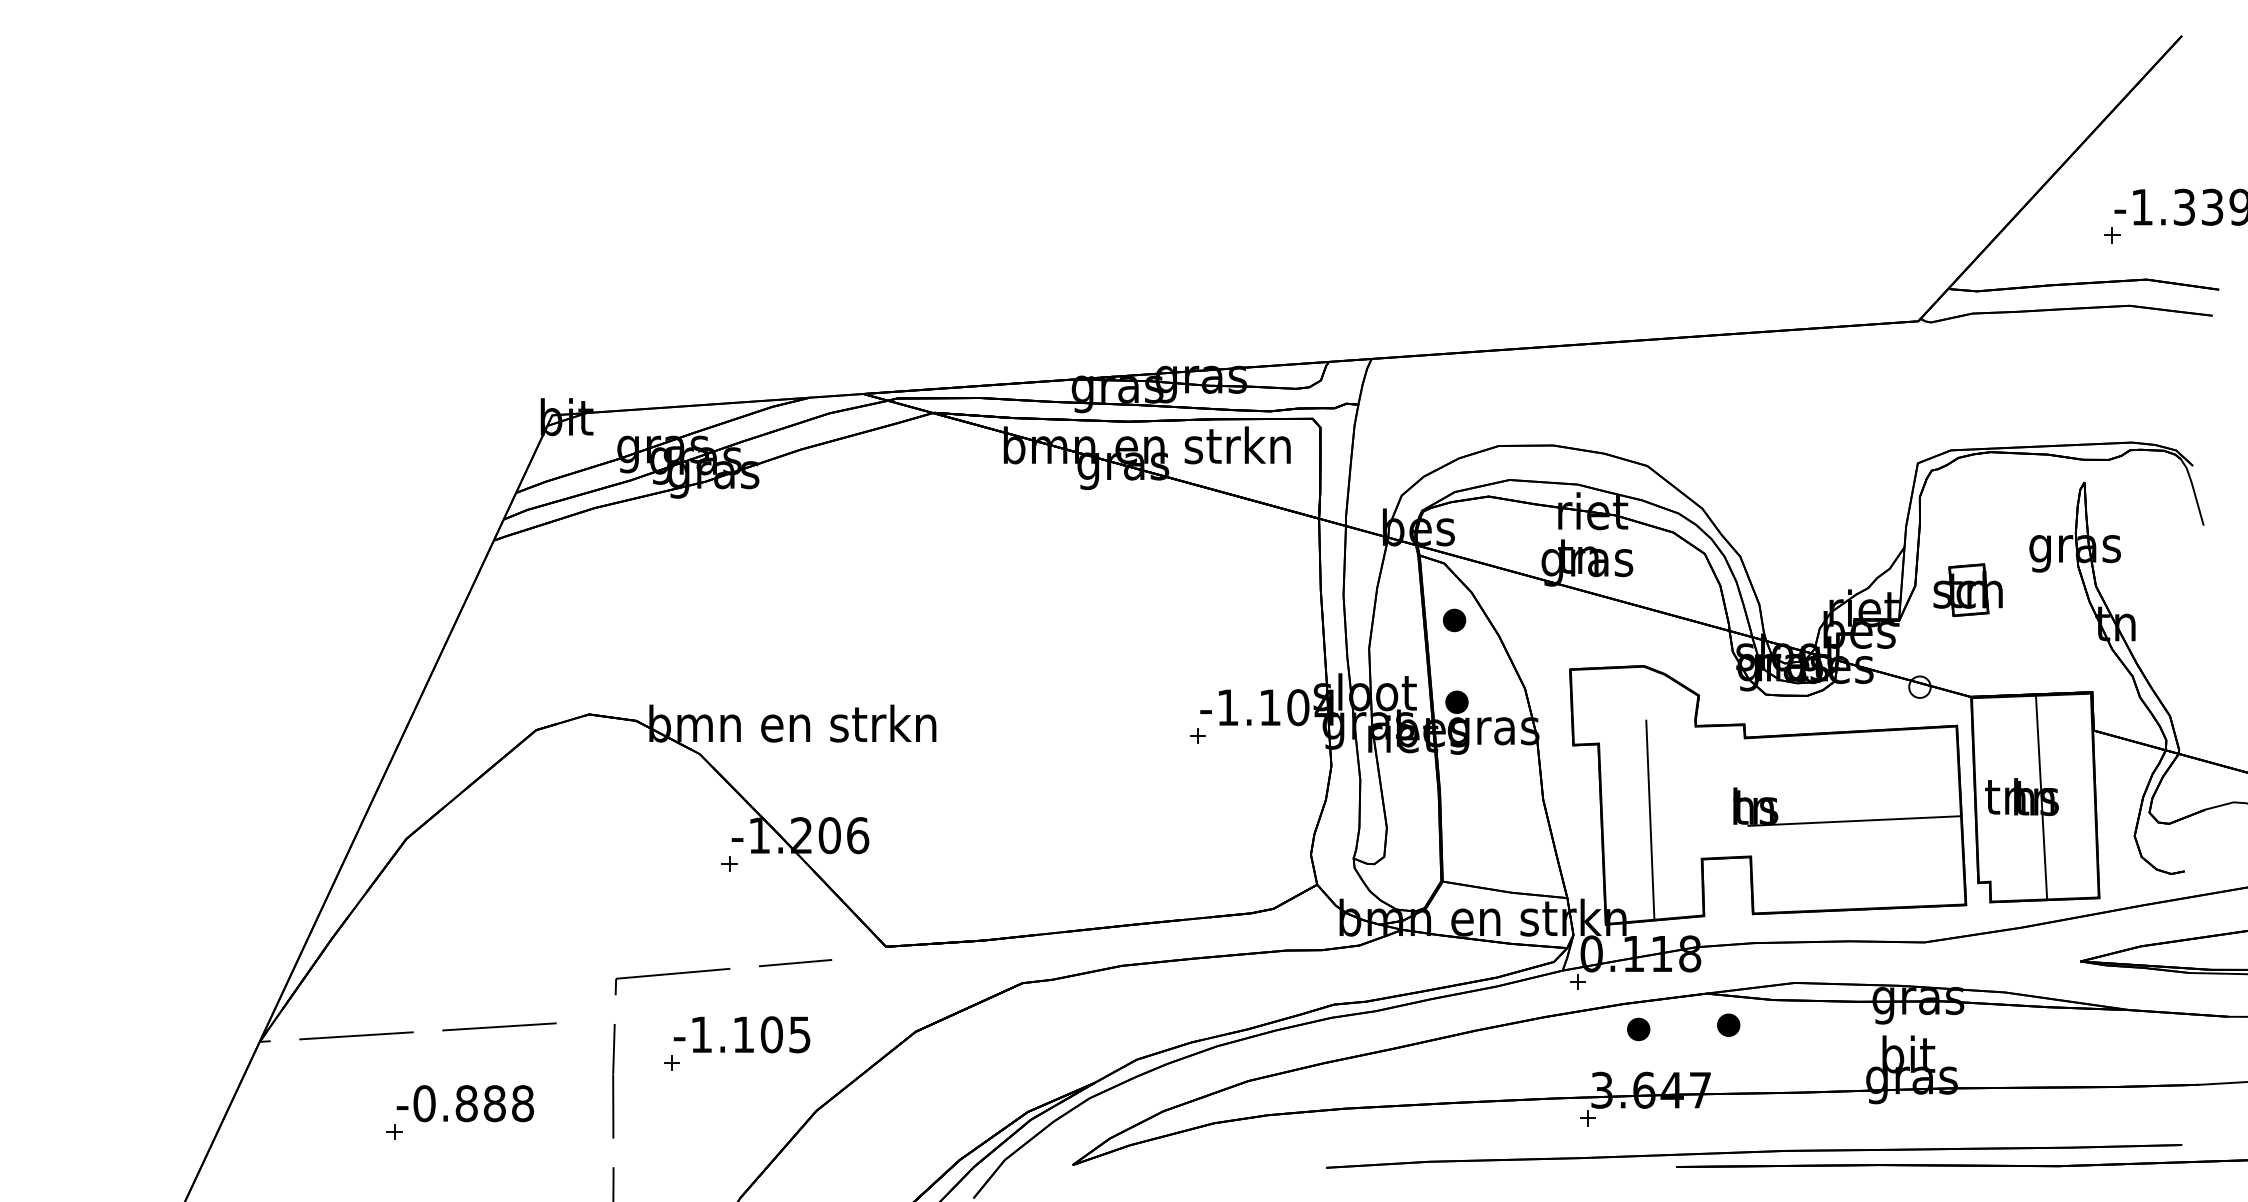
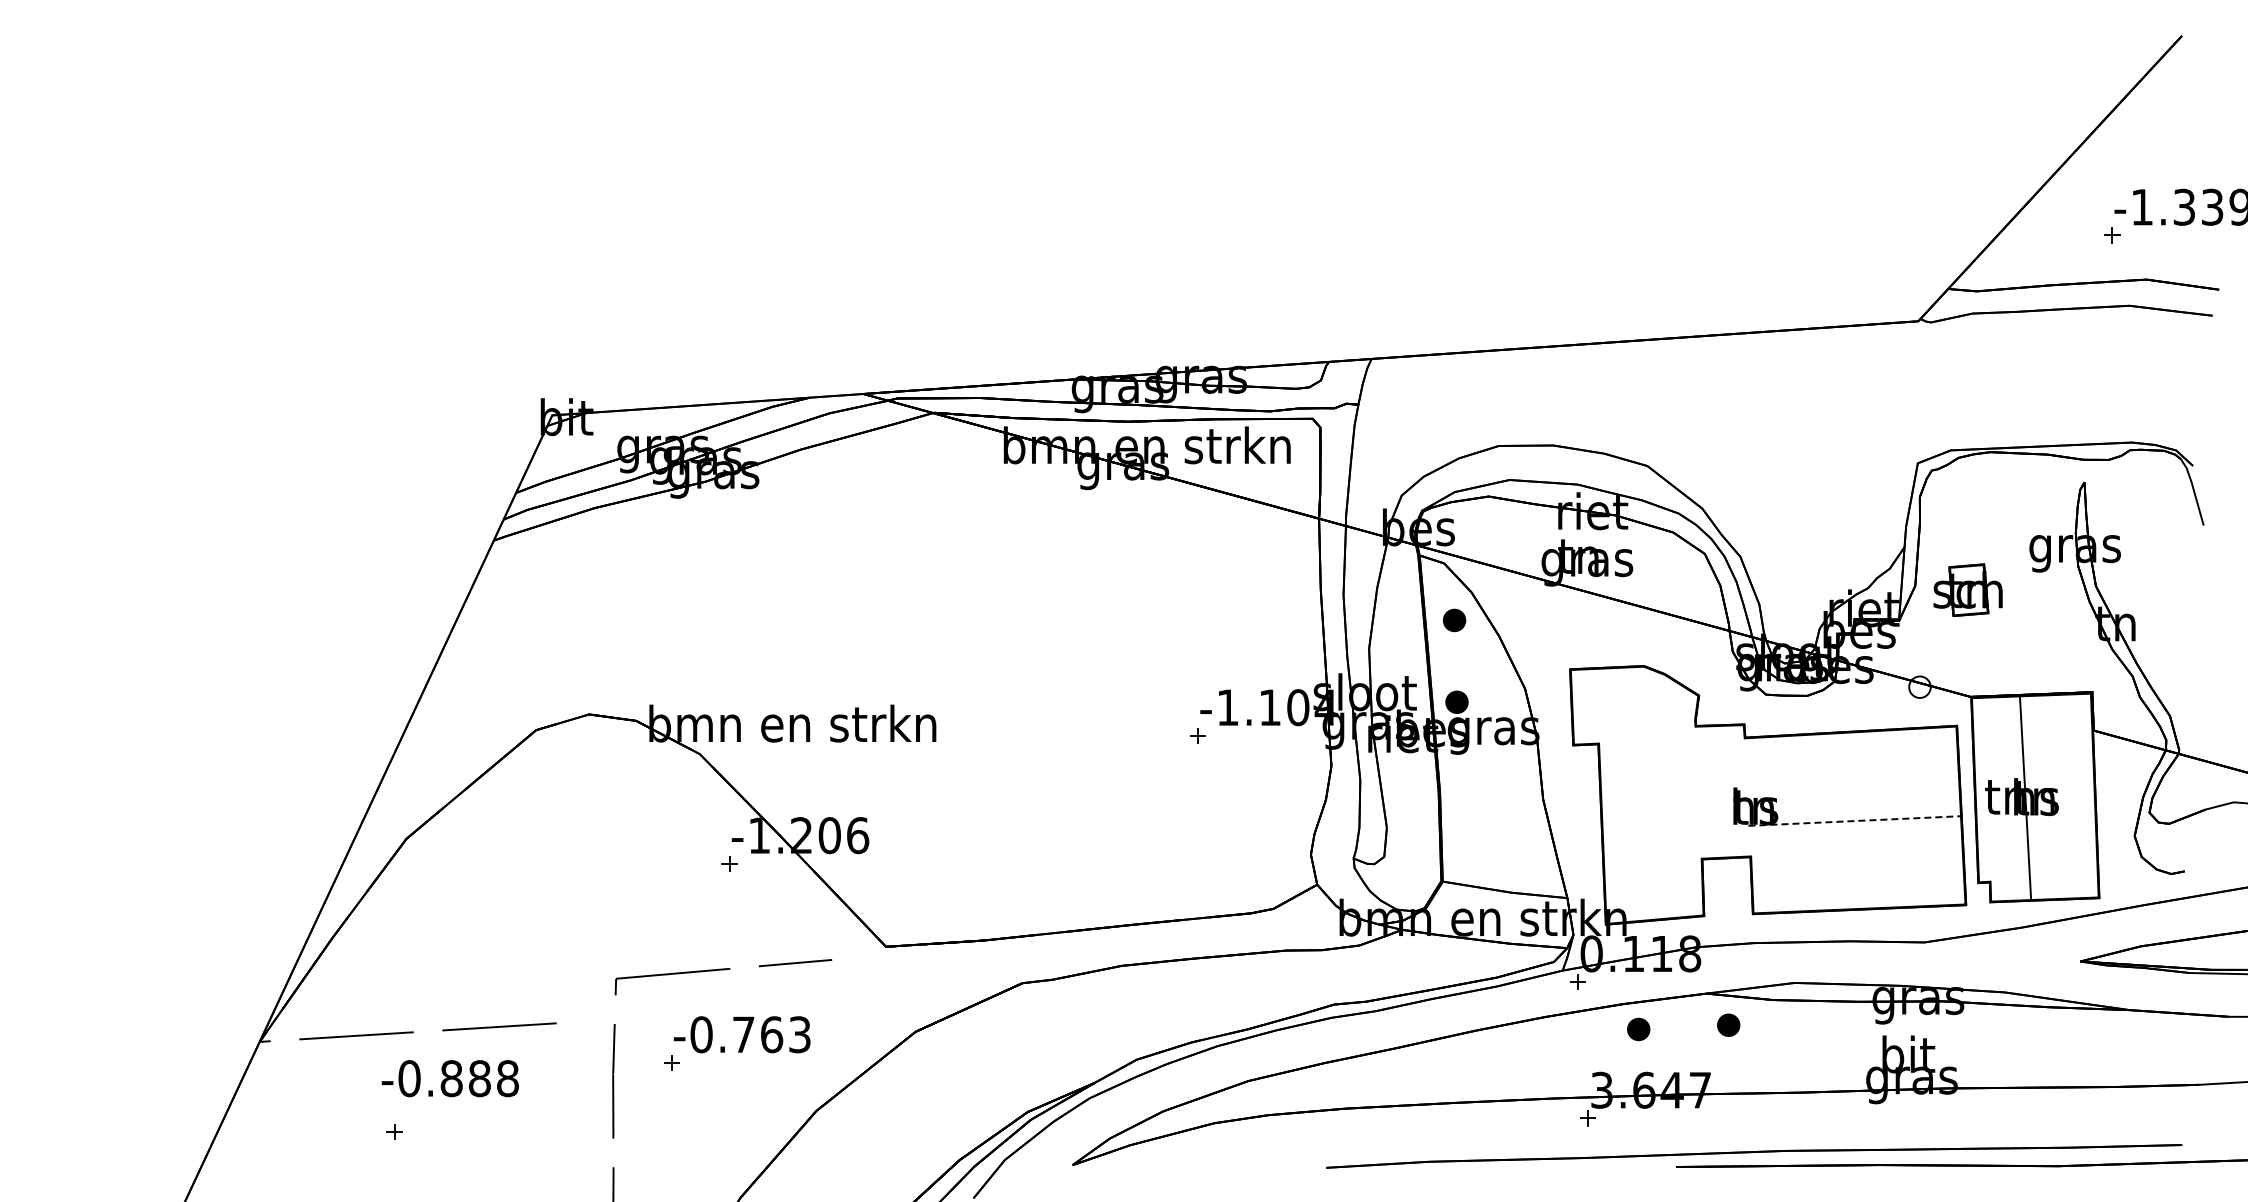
line at (2041, 797) position: (2041, 797) -> (2025, 798)
line at (1650, 819): present -> none
line at (1854, 821): solid -> dashed
text at (750, 1034): -1.105 -> -0.763
text at (464, 1103) position: (464, 1103) -> (449, 1078)
